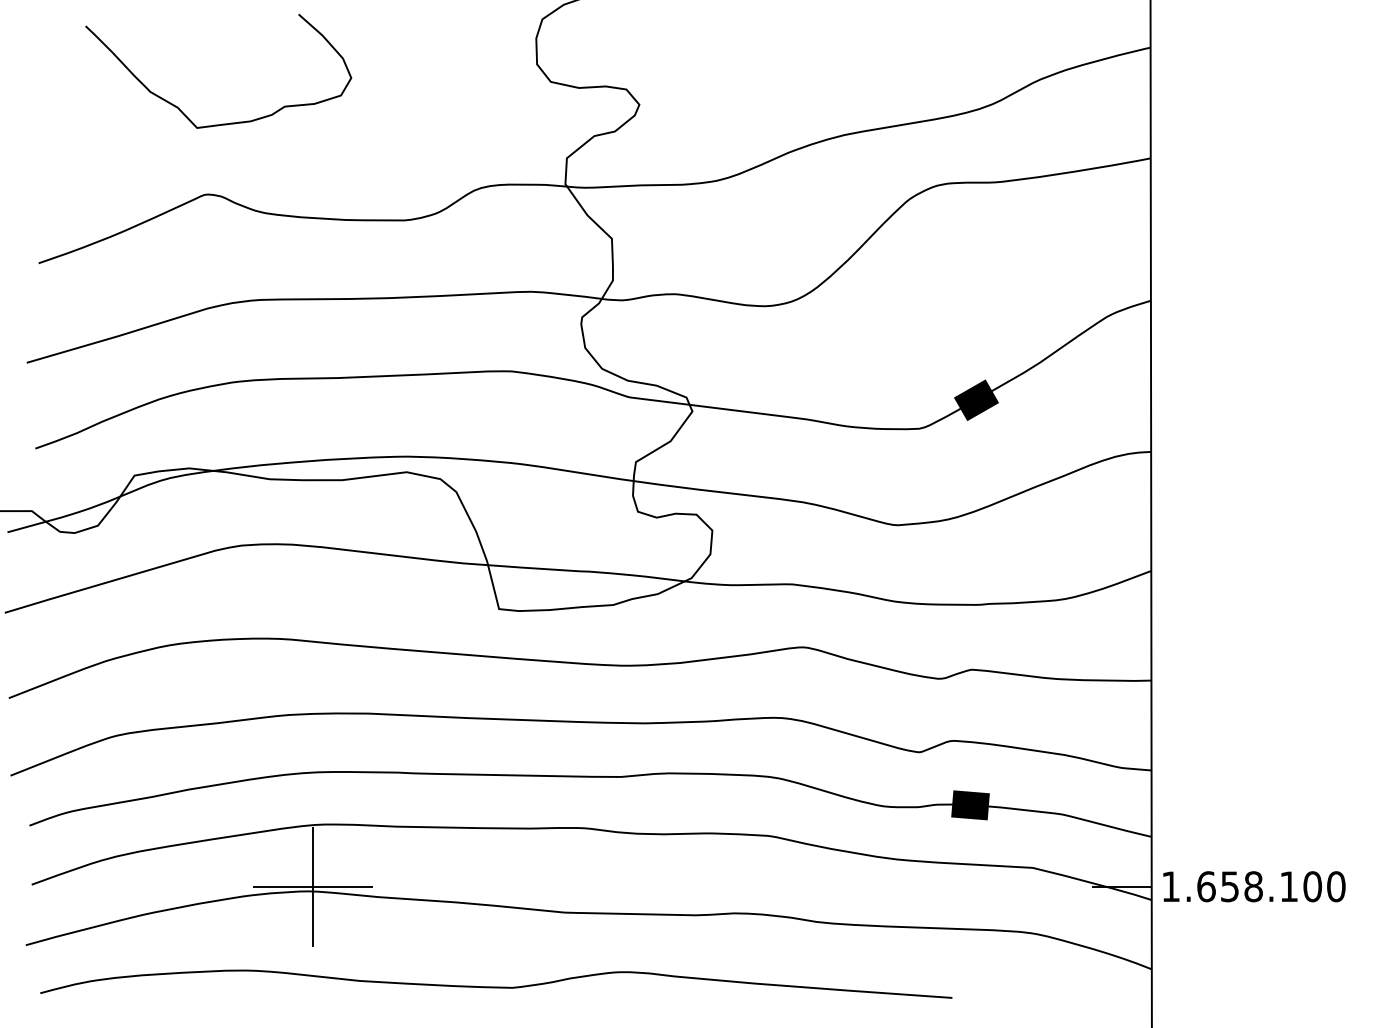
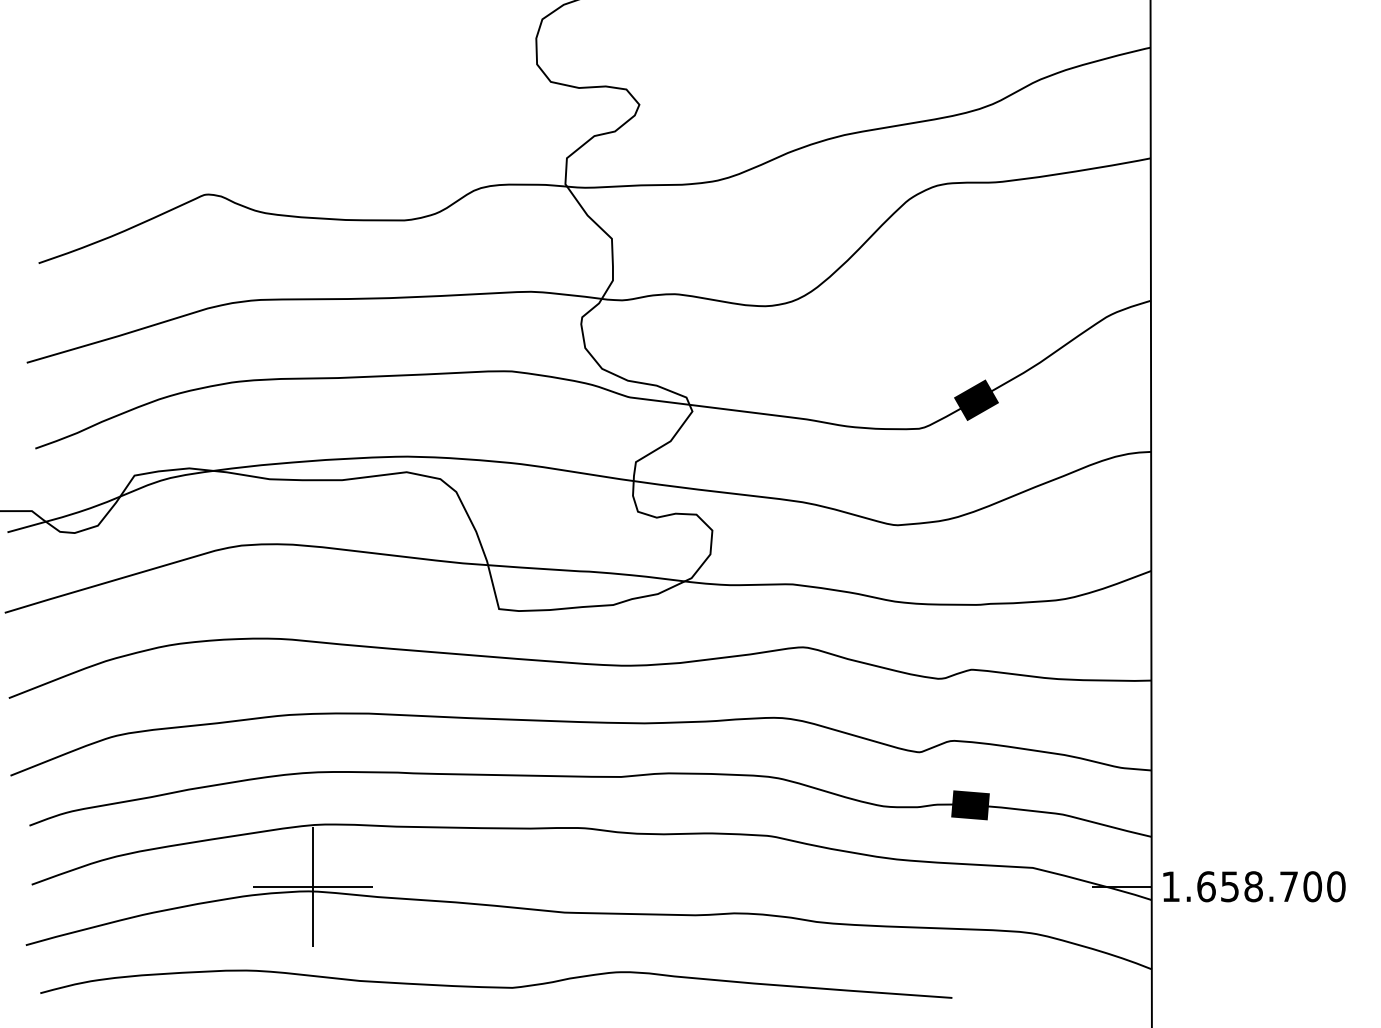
curve at (222, 123): present -> none
text at (1288, 886): 1.658.100 -> 1.658.700
